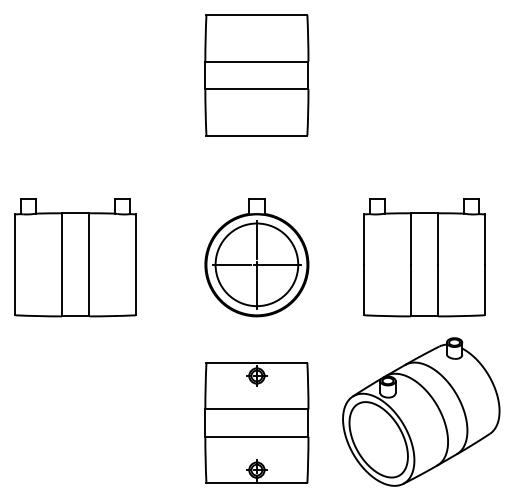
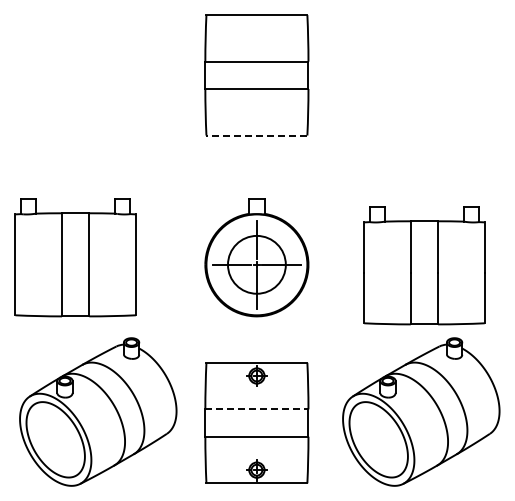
line at (256, 135): solid -> dashed
part at (424, 257) position: (424, 257) -> (424, 265)
circle at (256, 264) diameter: 83 px -> 58 px
line at (256, 409): solid -> dashed
part at (98, 411): none -> present
